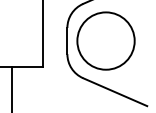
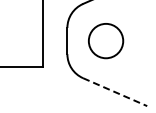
circle at (105, 40) diameter: 57 px -> 34 px
line at (12, 88): present -> none
line at (115, 92): solid -> dashed
